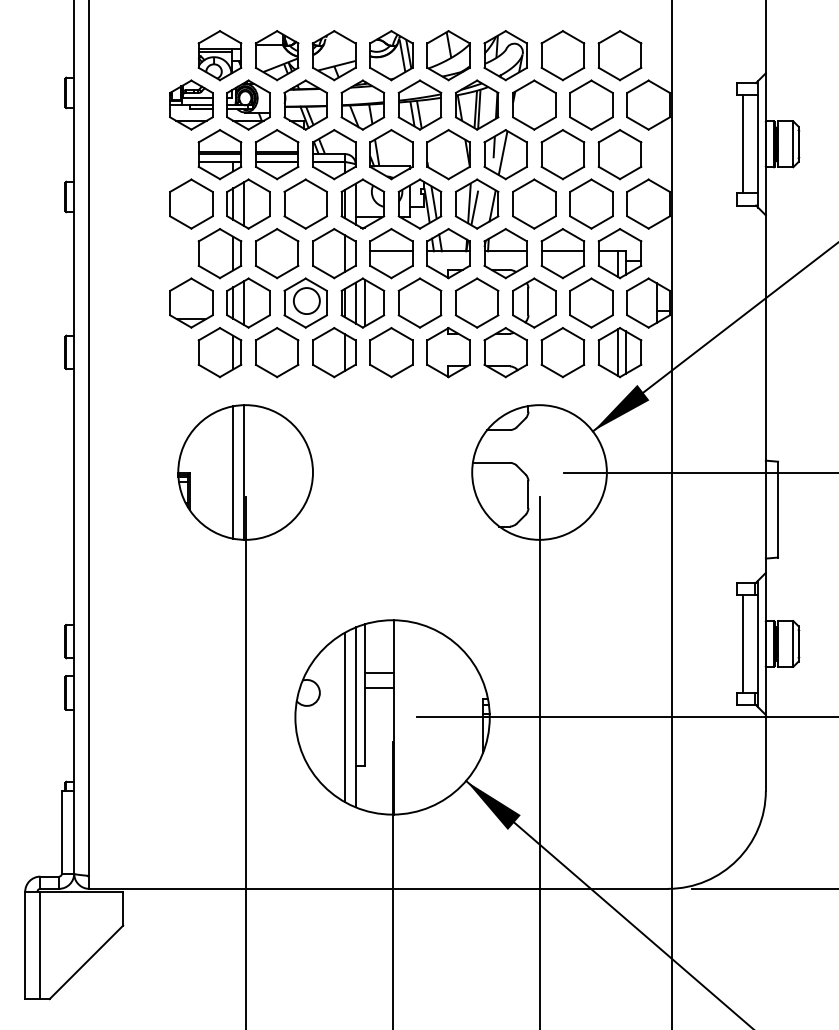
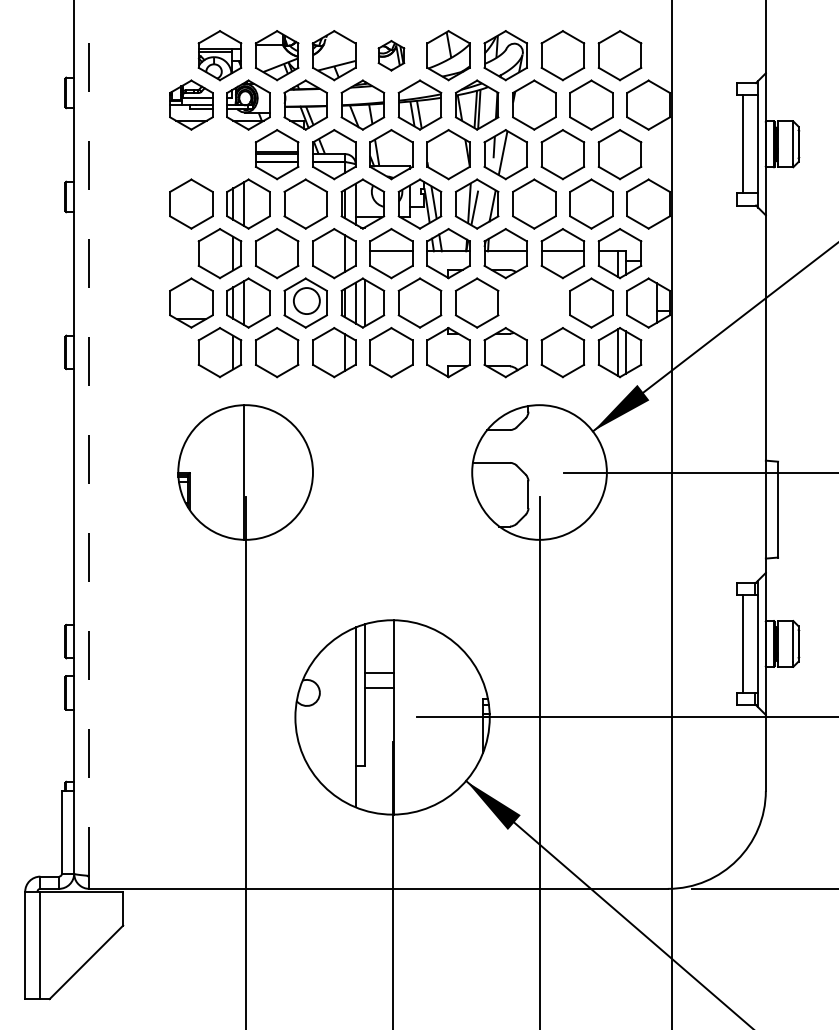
part at (391, 55) size: 45x52 px -> 29x33 px
part at (219, 154): present -> none
part at (534, 302): present -> none
line at (89, 438): solid -> dashed
line at (233, 472): present -> none
line at (345, 717): present -> none
